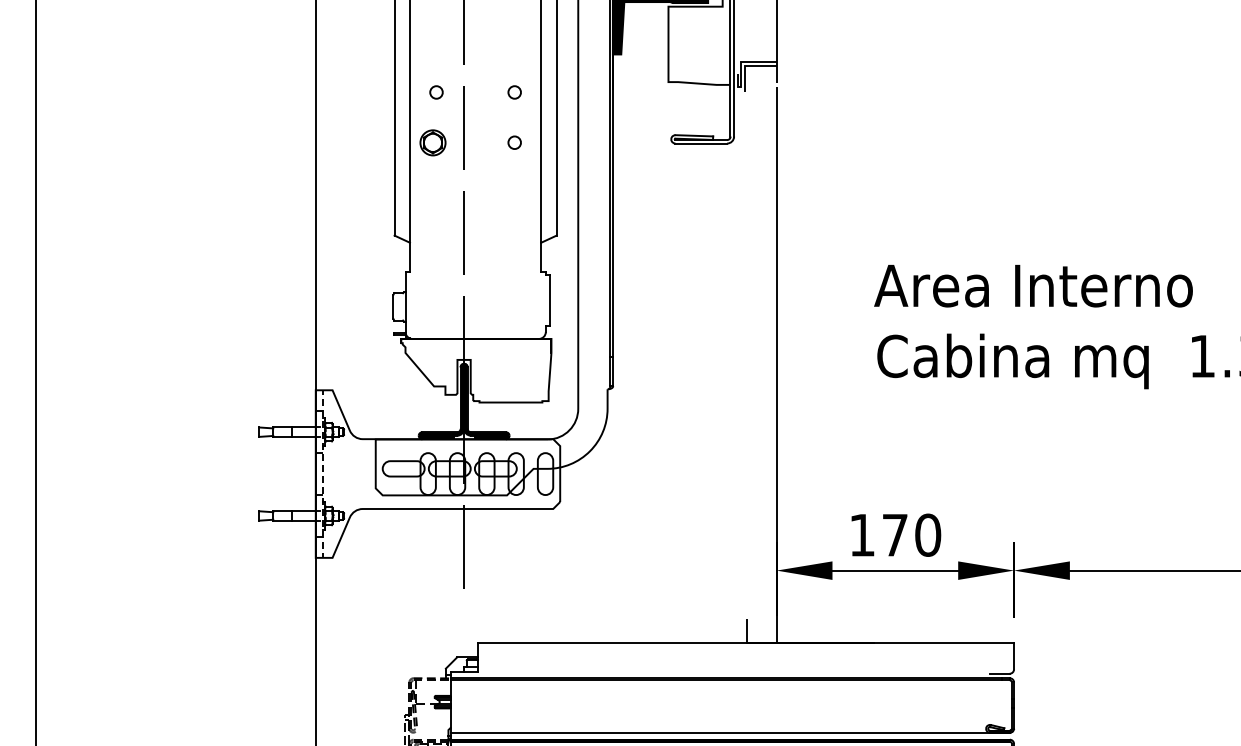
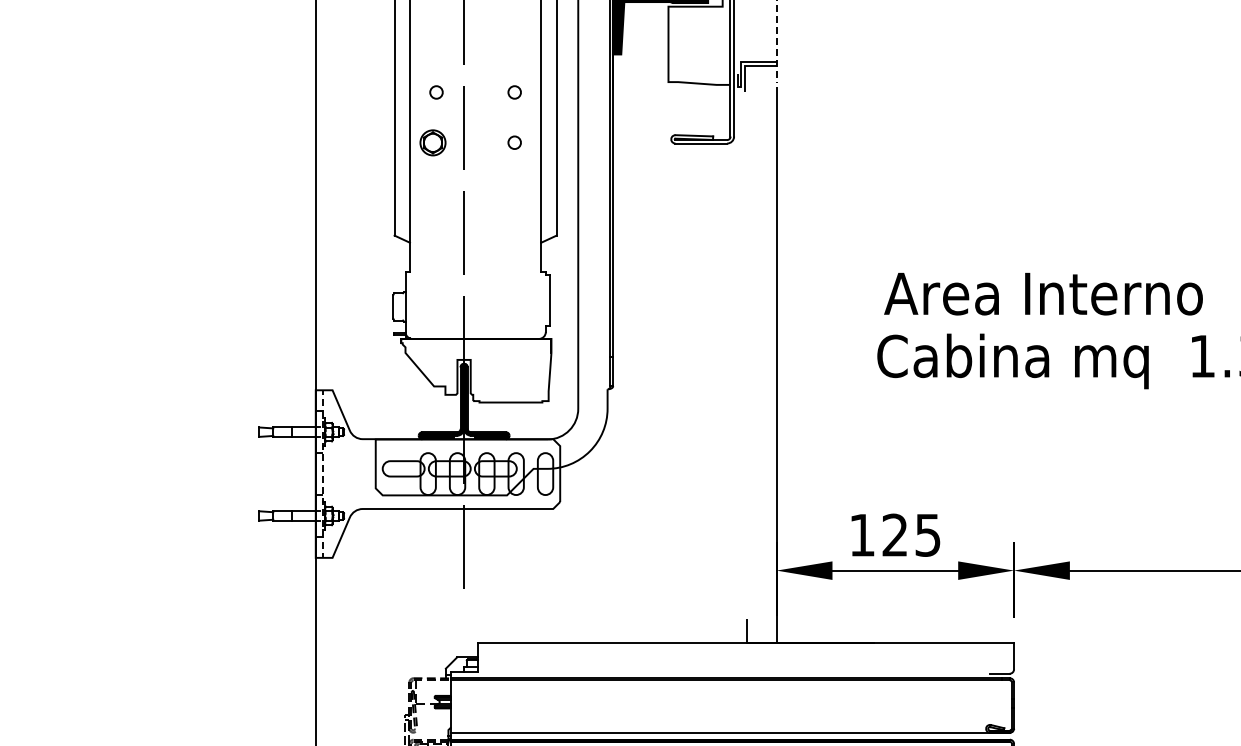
line at (776, 41): solid -> dashed
text at (1033, 286) position: (1033, 286) -> (1043, 294)
line at (36, 372): present -> none
text at (911, 534): 170 -> 125
